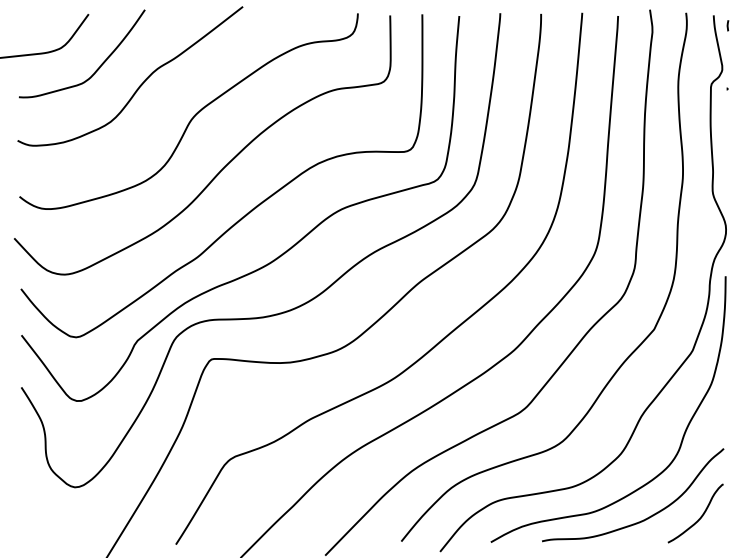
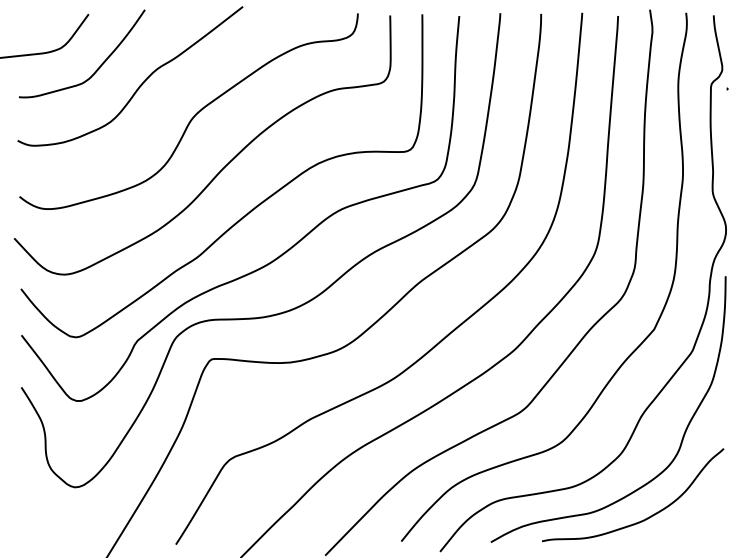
curve at (727, 25): present -> none
curve at (699, 517): present -> none
